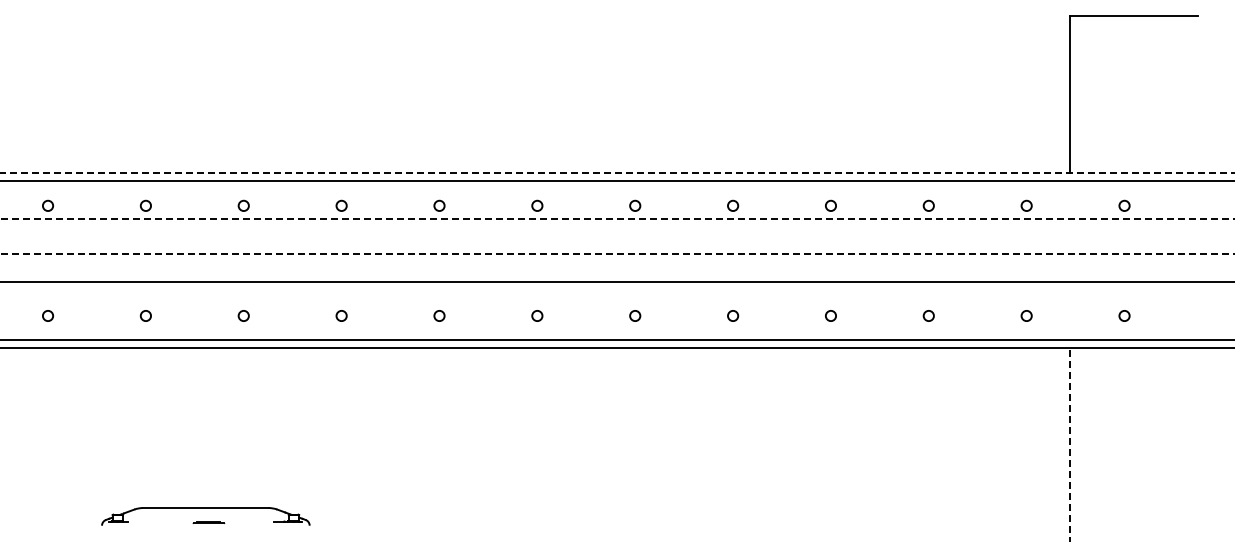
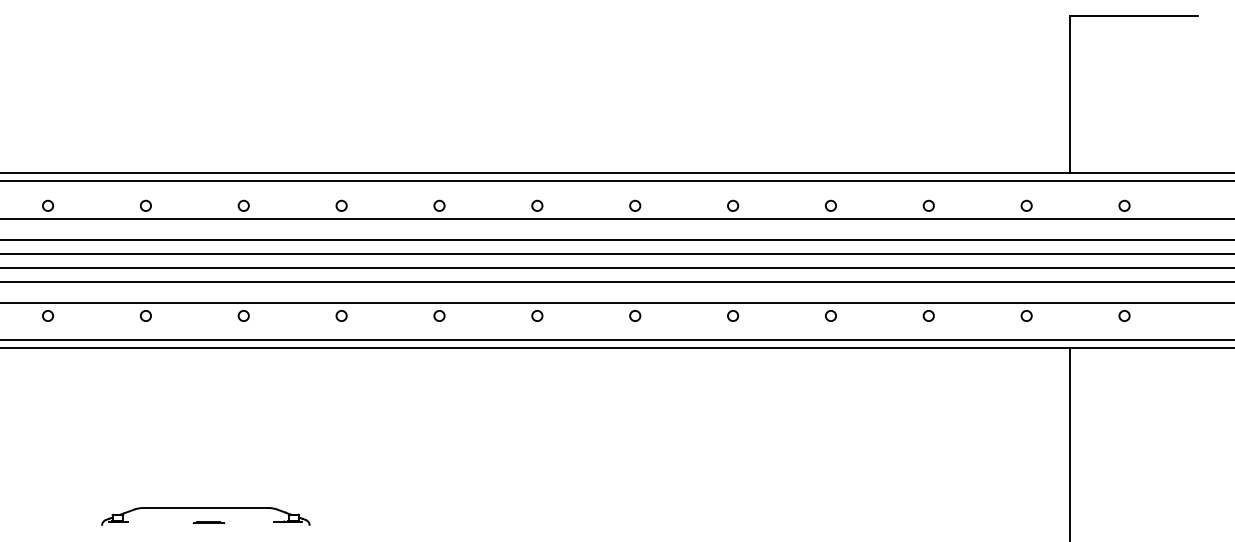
line at (617, 173): dashed -> solid
line at (617, 219): dashed -> solid
line at (616, 240): none -> present
line at (617, 254): dashed -> solid
line at (616, 267): none -> present
line at (616, 302): none -> present
line at (1069, 444): dashed -> solid
